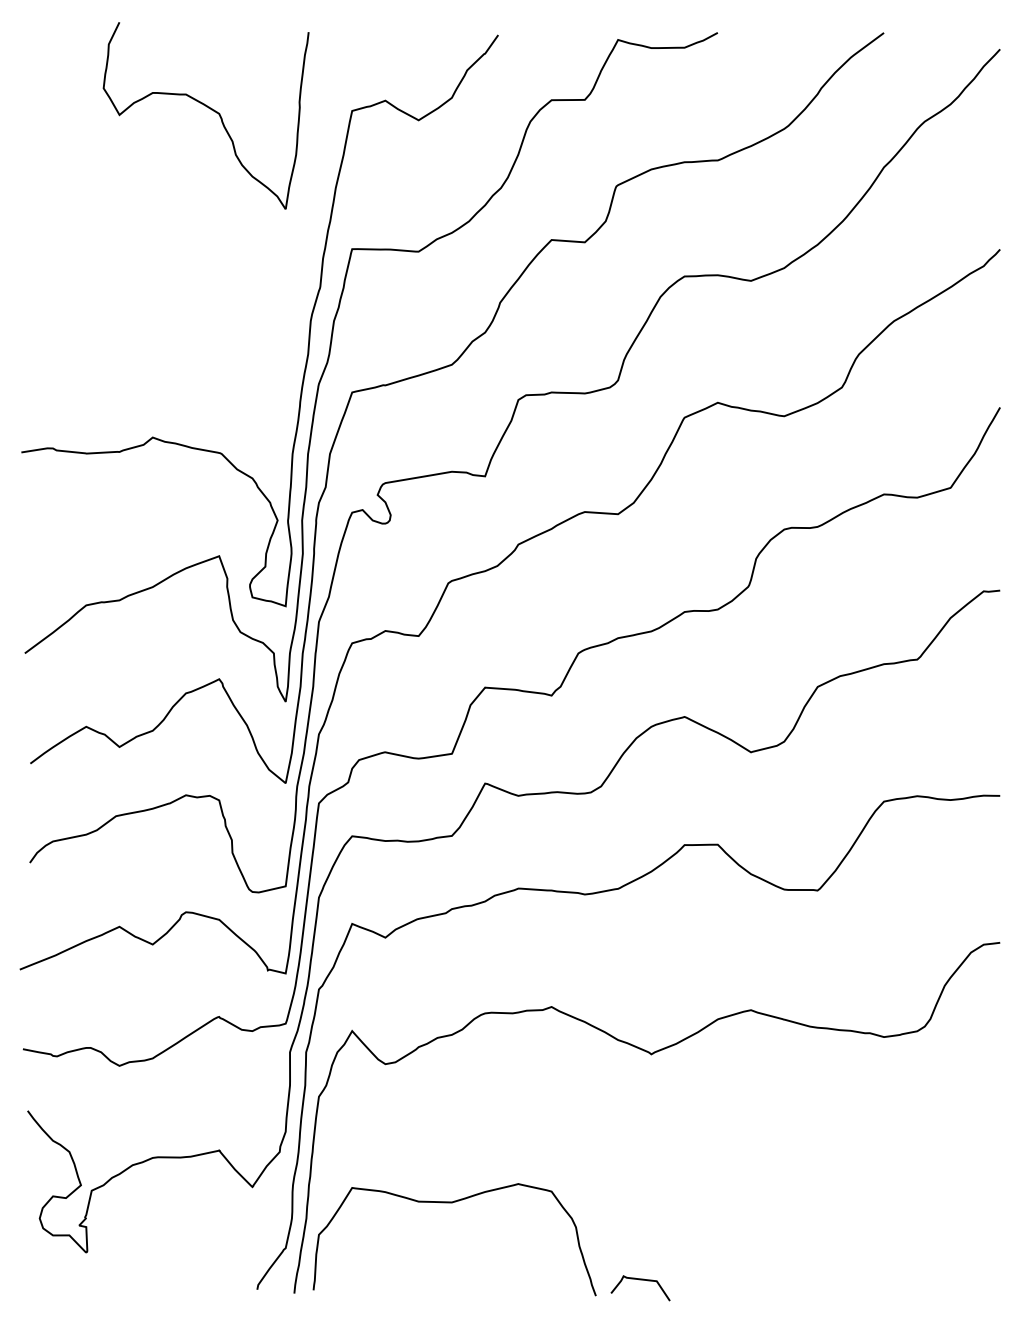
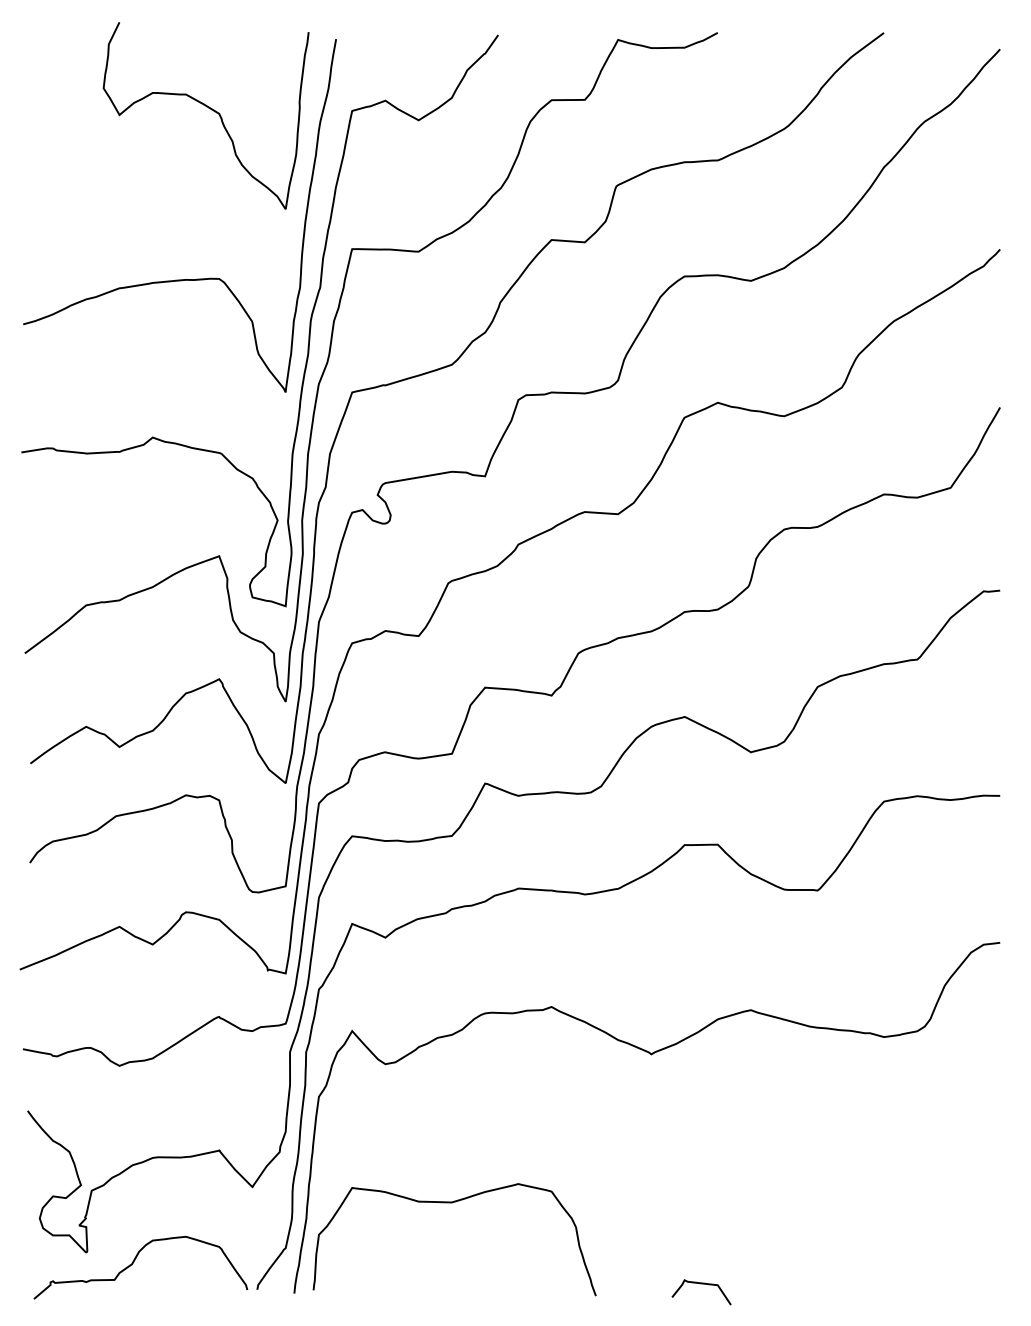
curve at (179, 279): none -> present
curve at (134, 1262): none -> present
curve at (640, 1280) position: (640, 1280) -> (701, 1284)
